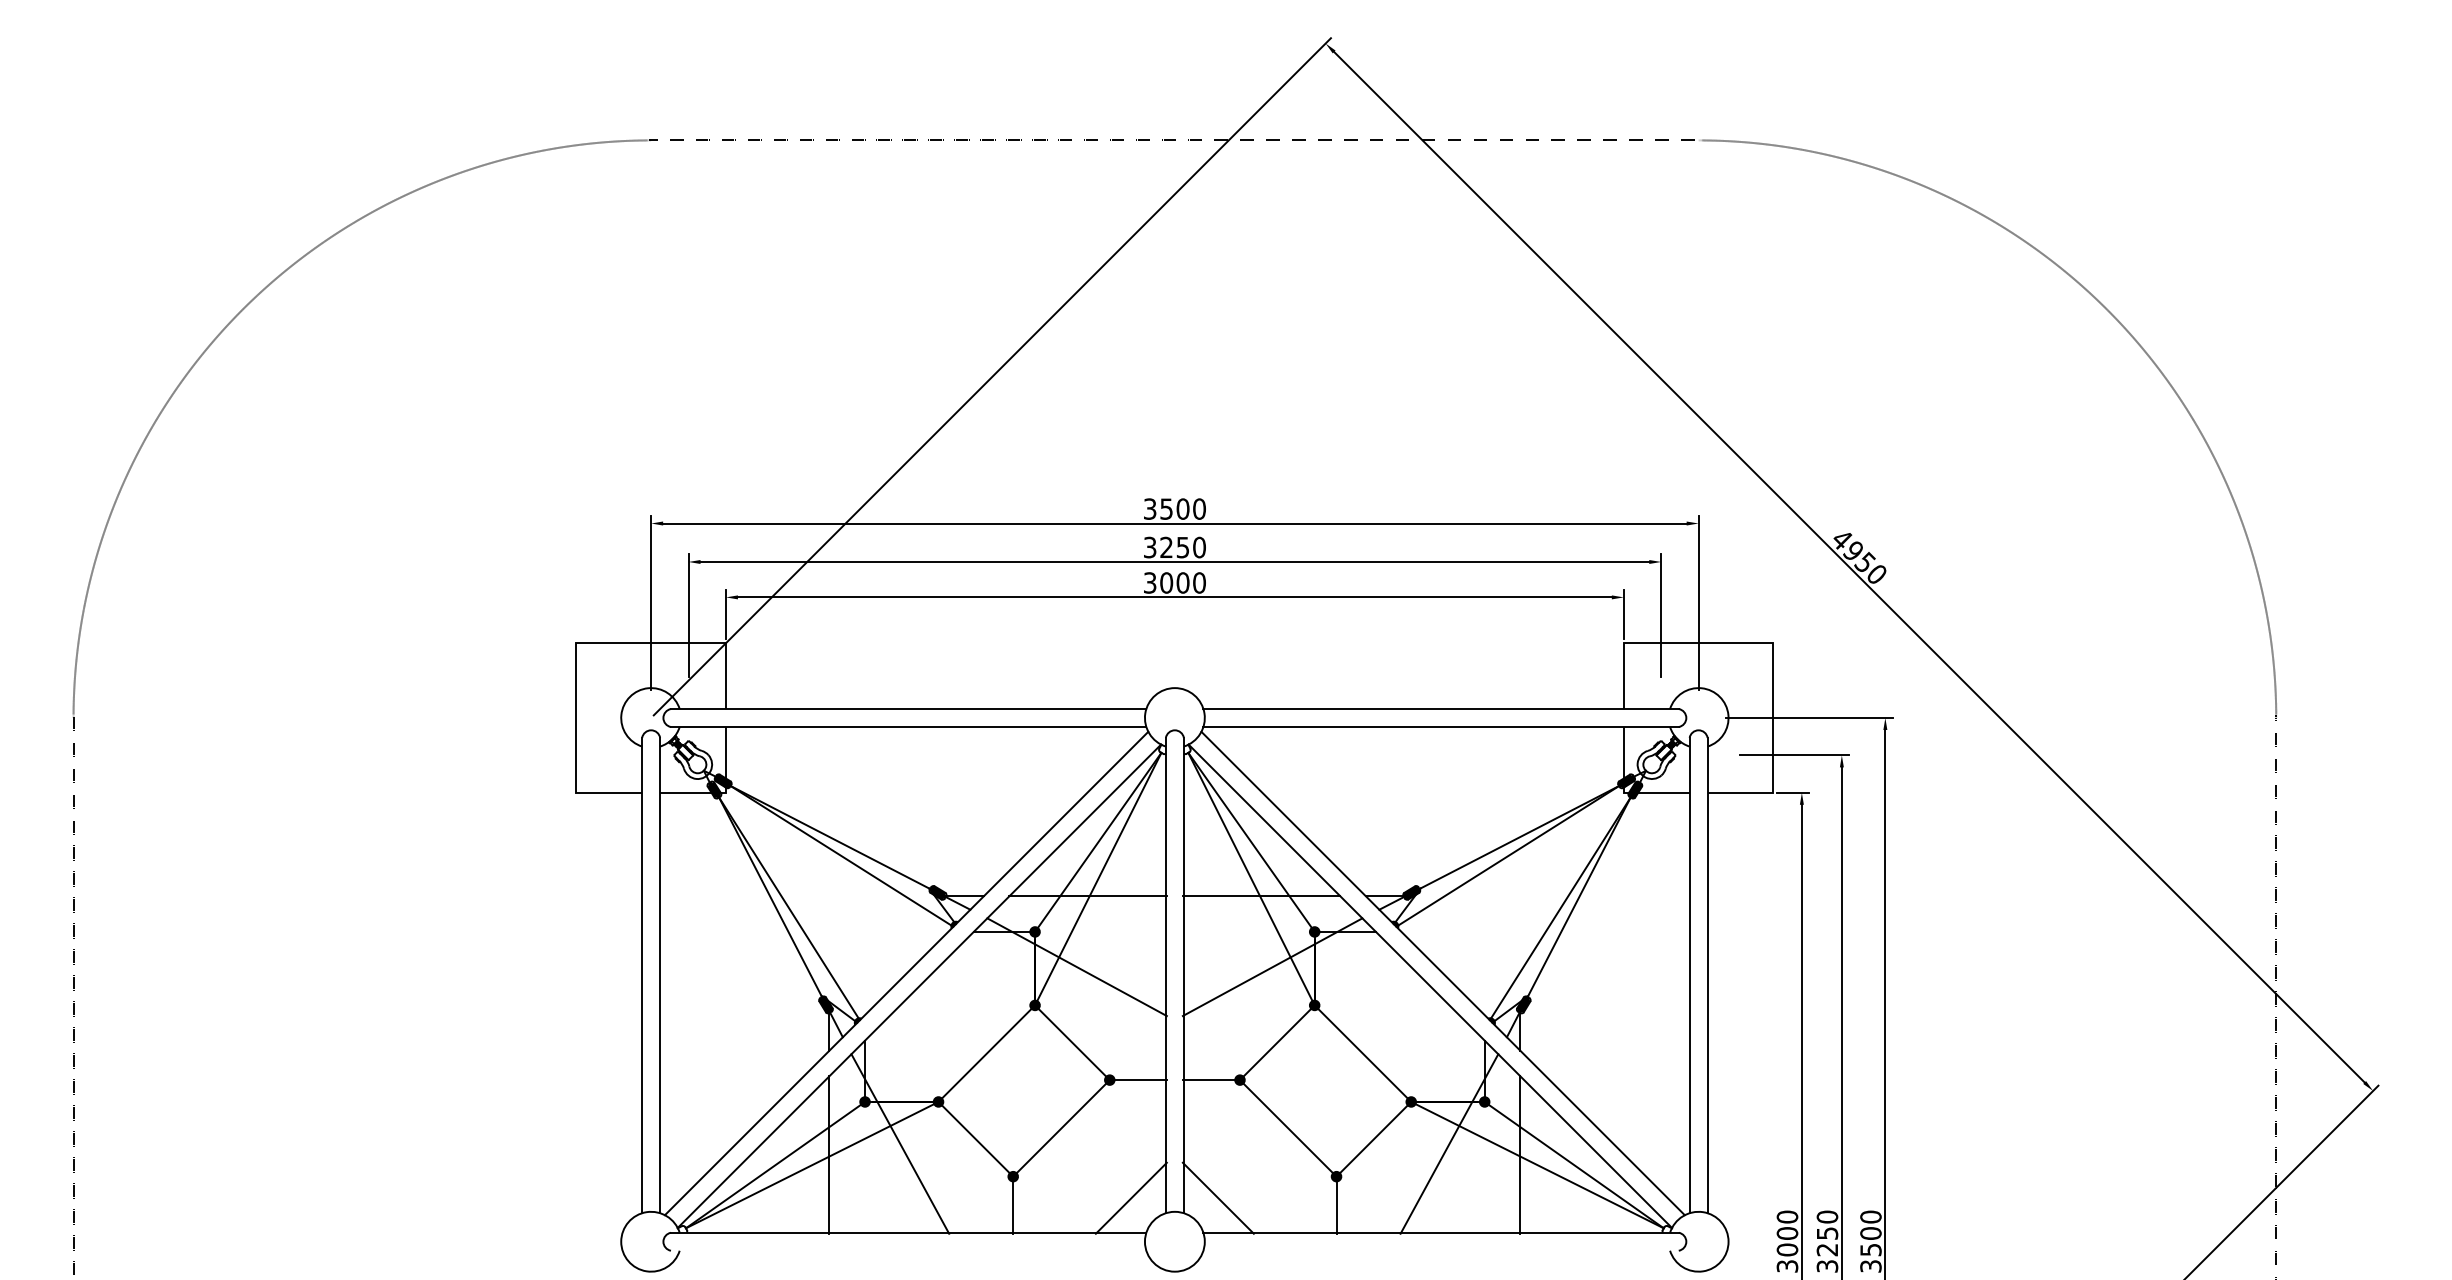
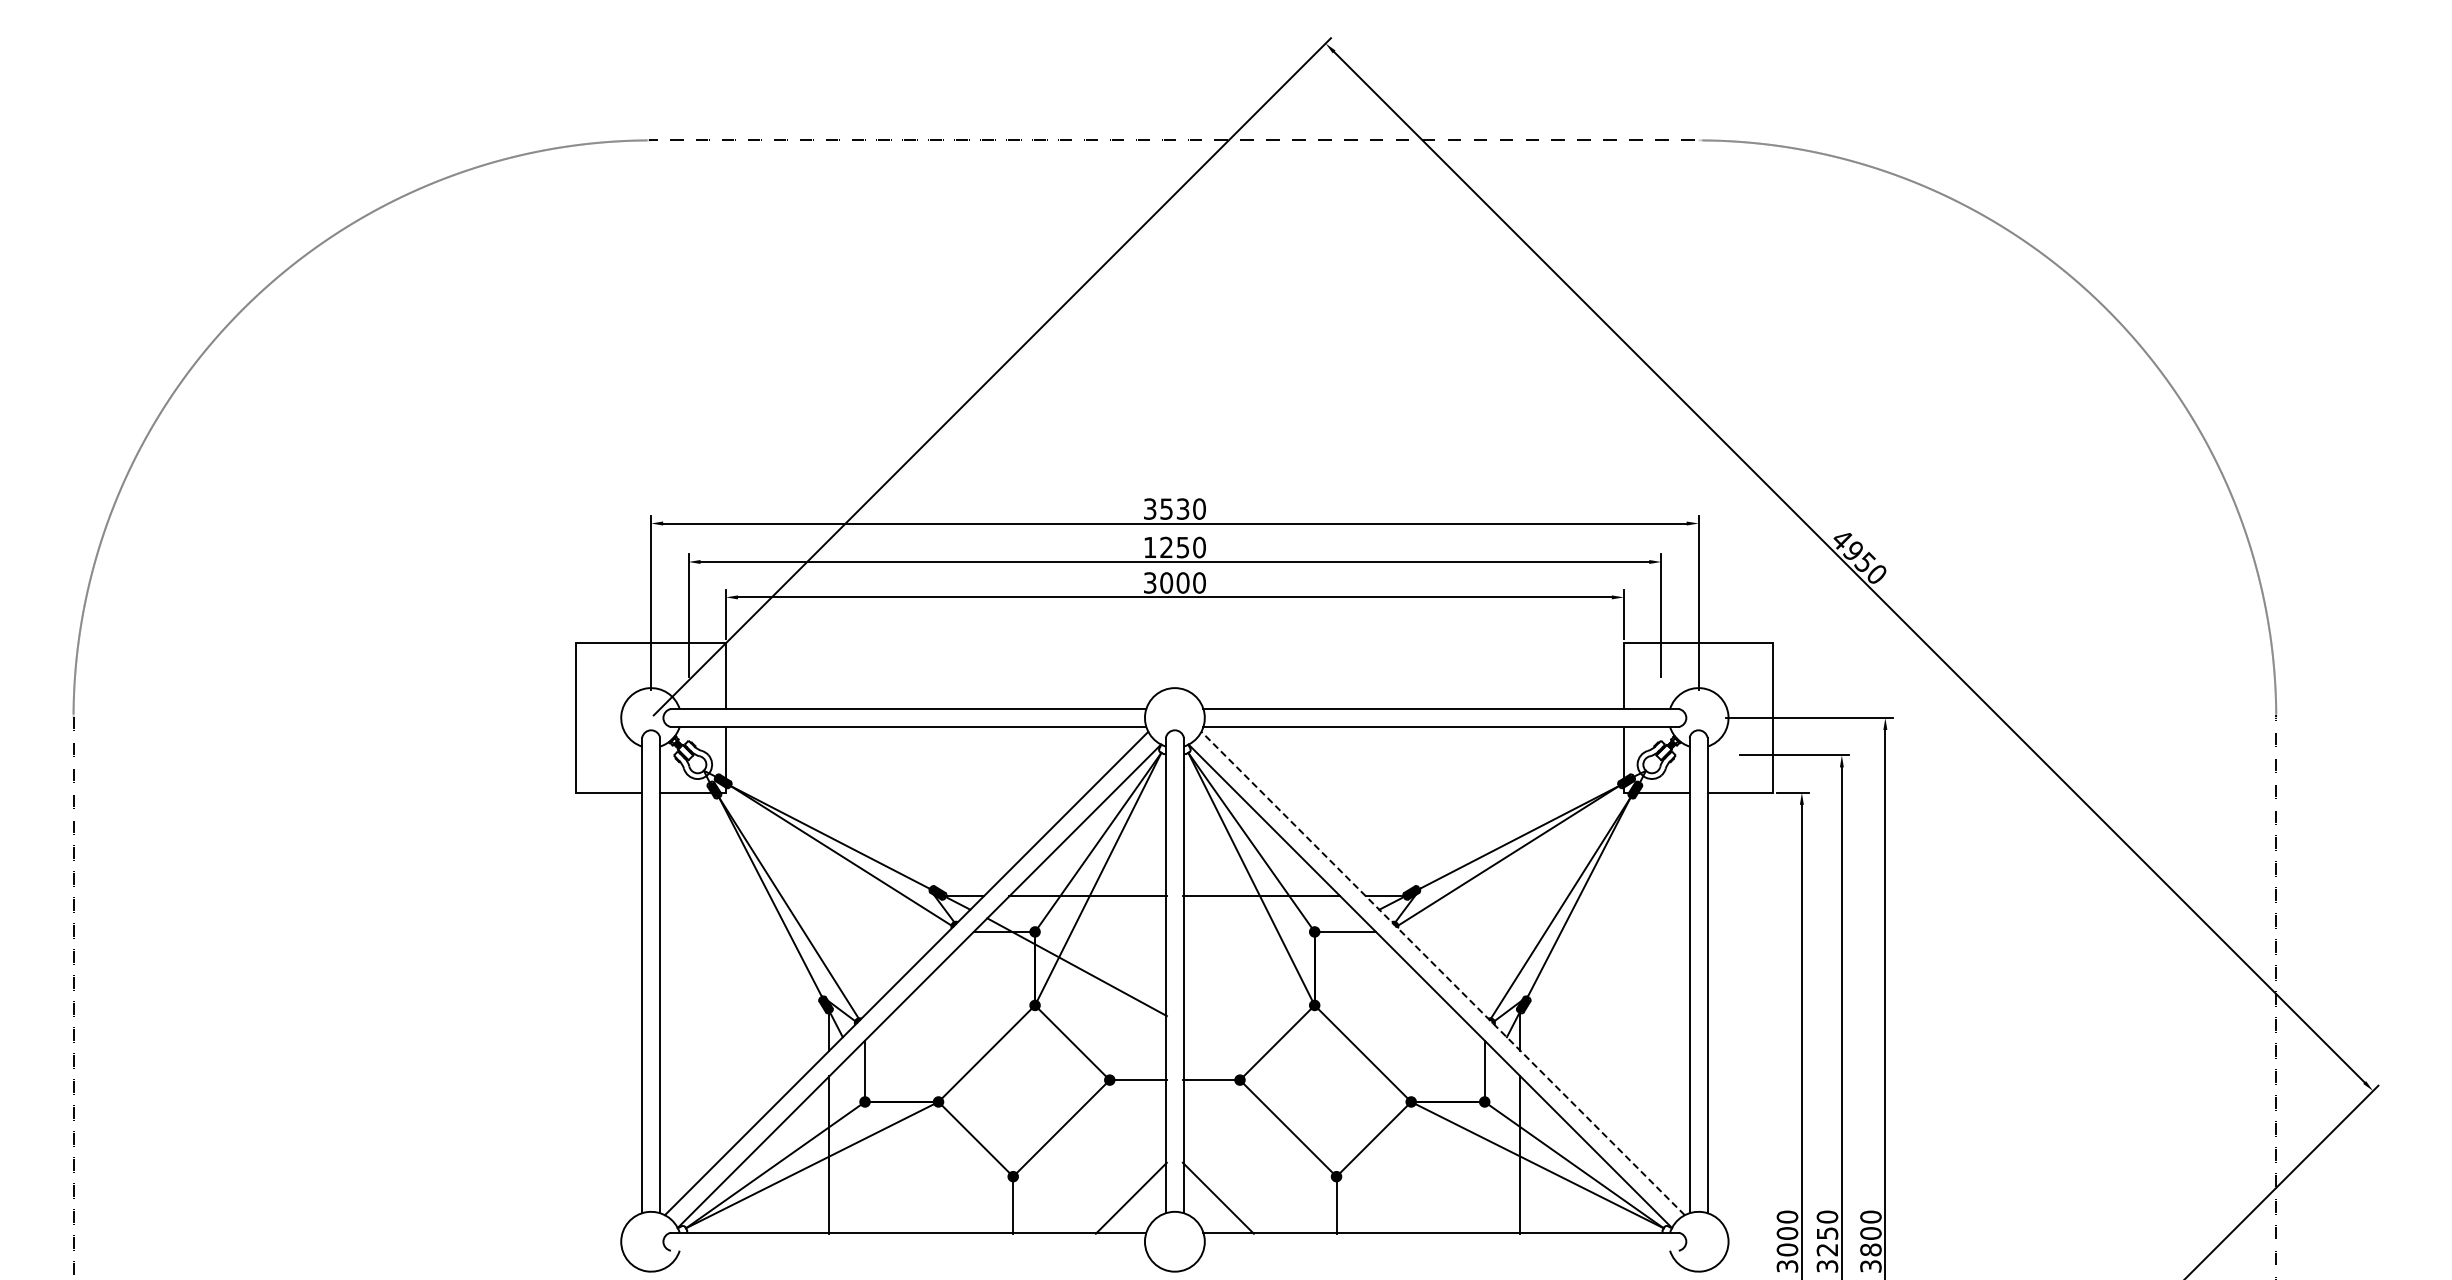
text at (1182, 508): 3500 -> 3530
text at (1150, 547): 3250 -> 1250
line at (1272, 967): present -> none
line at (1443, 973): solid -> dashed
line at (900, 1143): present -> none
line at (1449, 1143): present -> none
text at (1870, 1249): 3500 -> 3800
